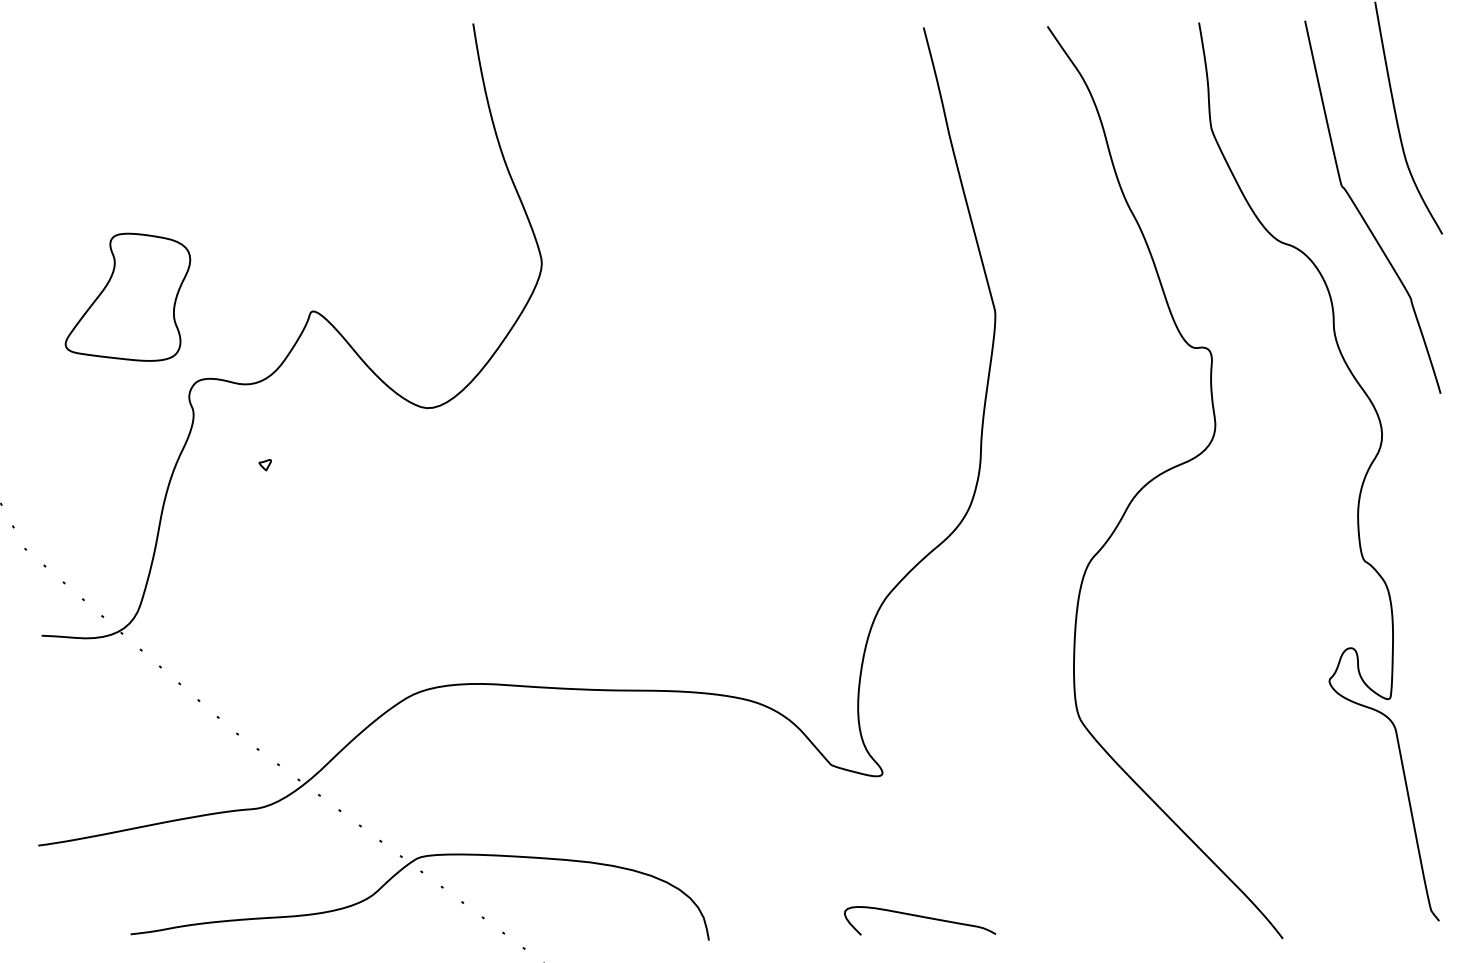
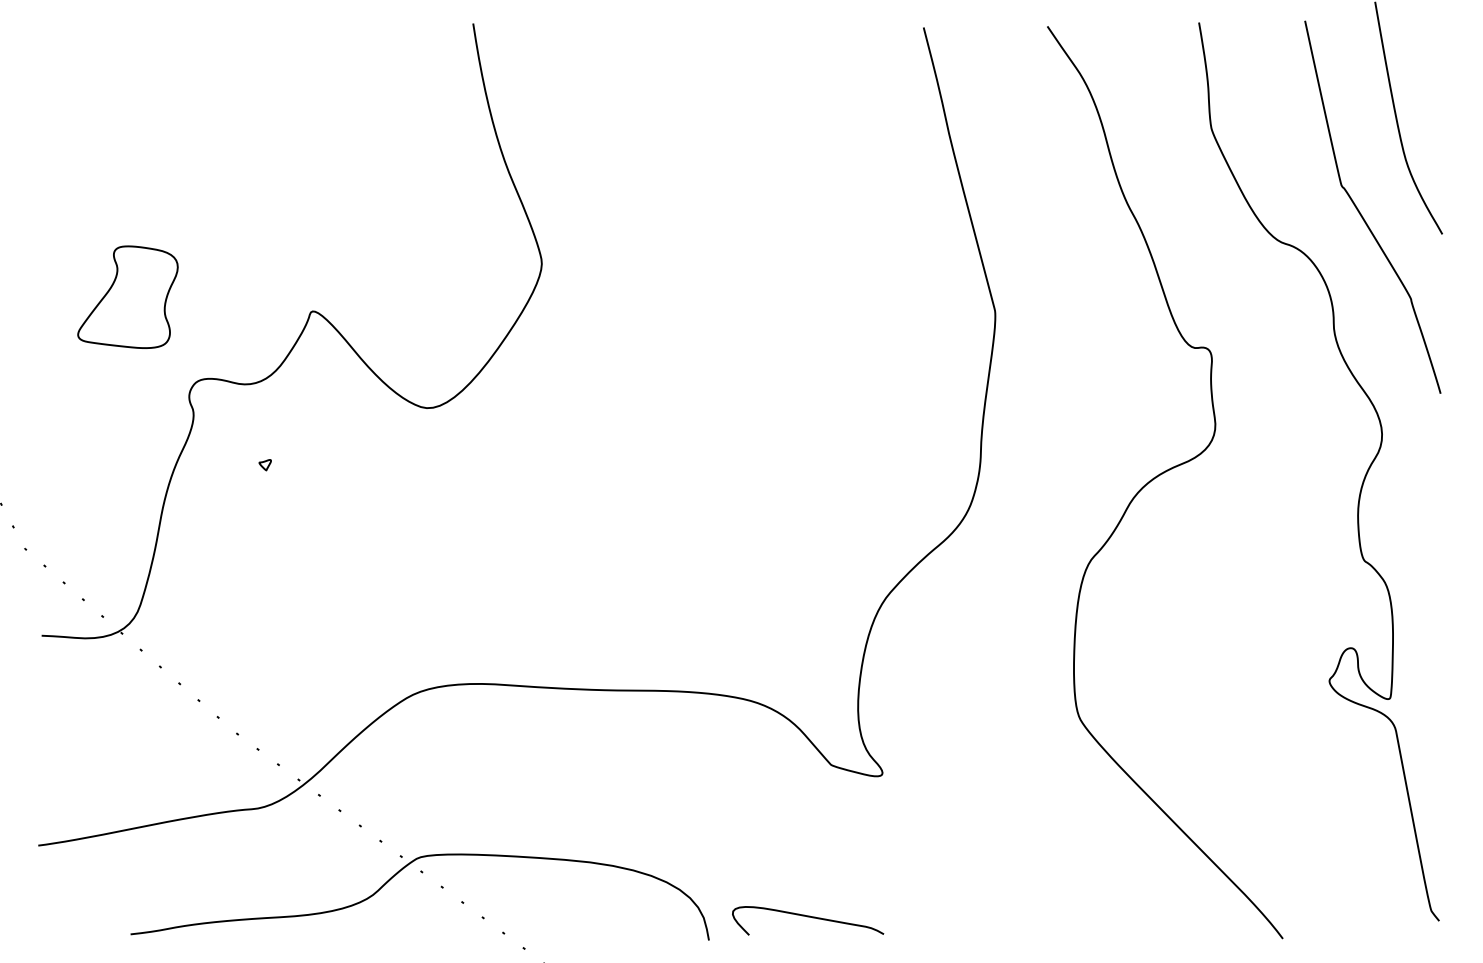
part at (127, 296) size: 128x130 px -> 102x104 px
curve at (920, 917) position: (920, 917) -> (808, 917)
